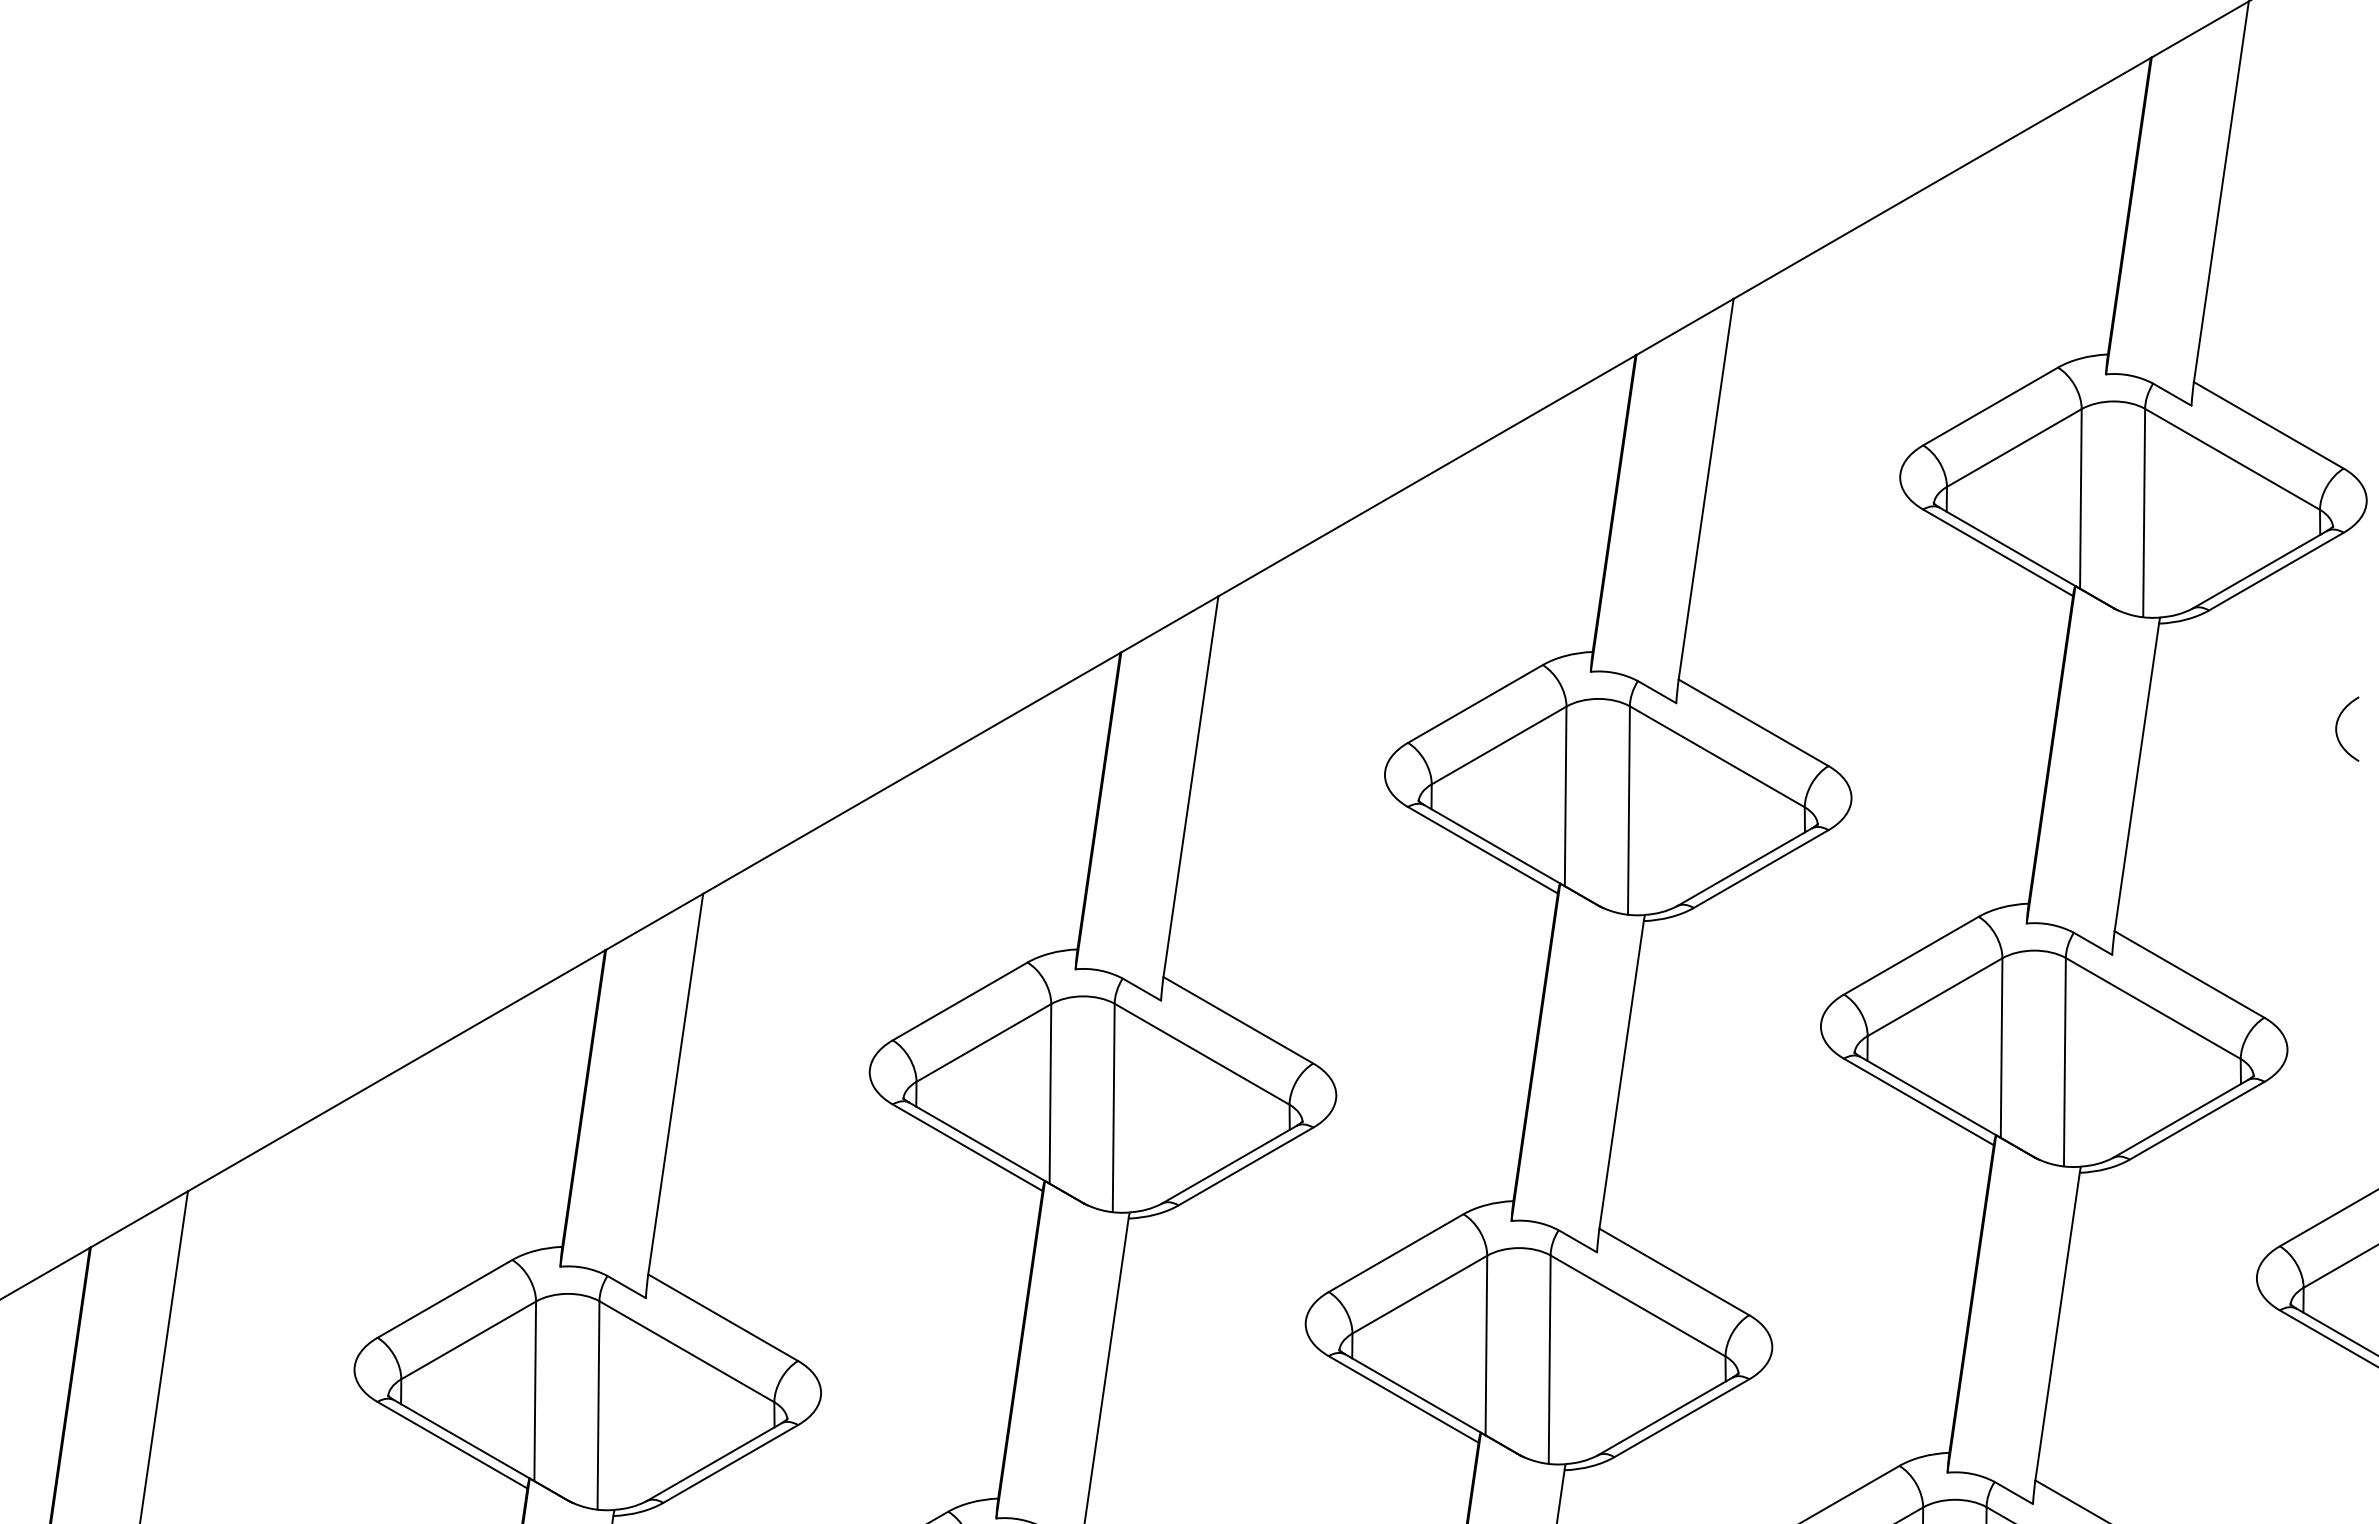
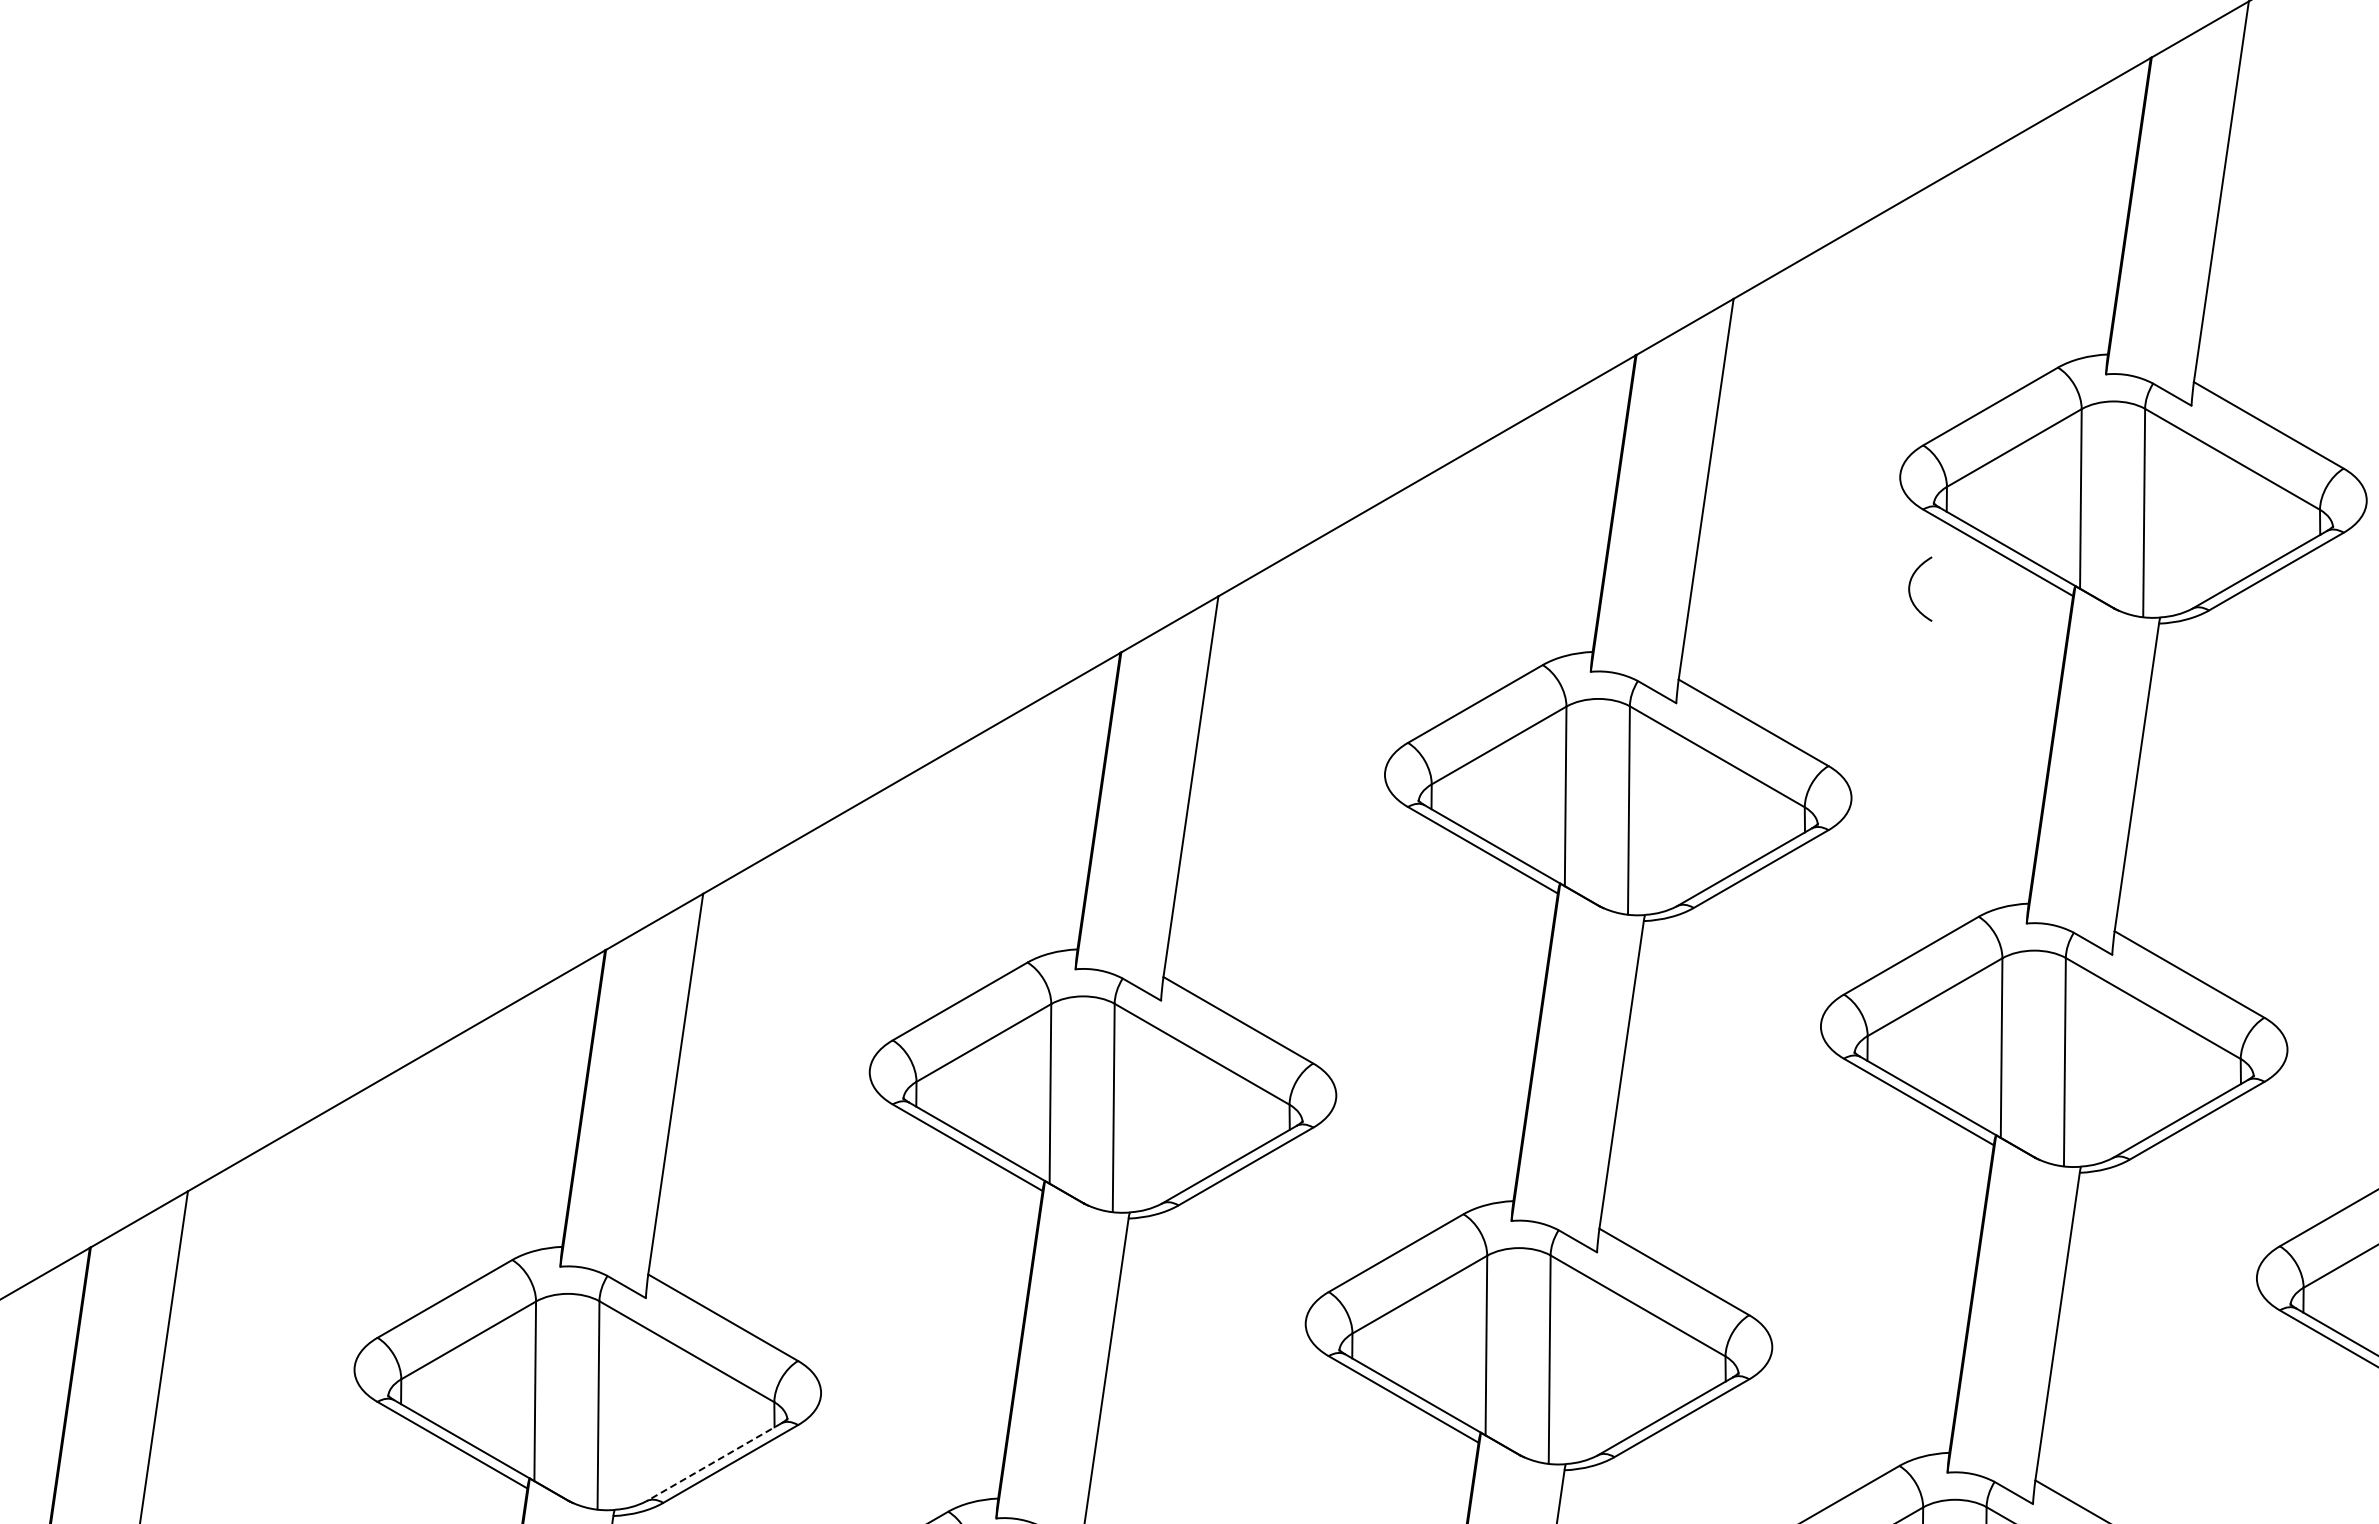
curve at (2337, 728) position: (2337, 728) -> (1910, 588)
line at (713, 1462): solid -> dashed
